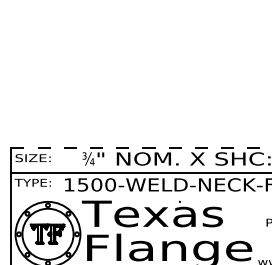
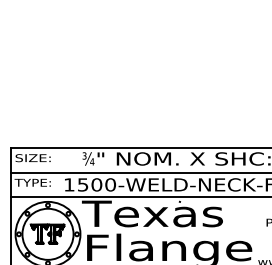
line at (142, 148): dashed -> solid
line at (139, 197): none -> present
